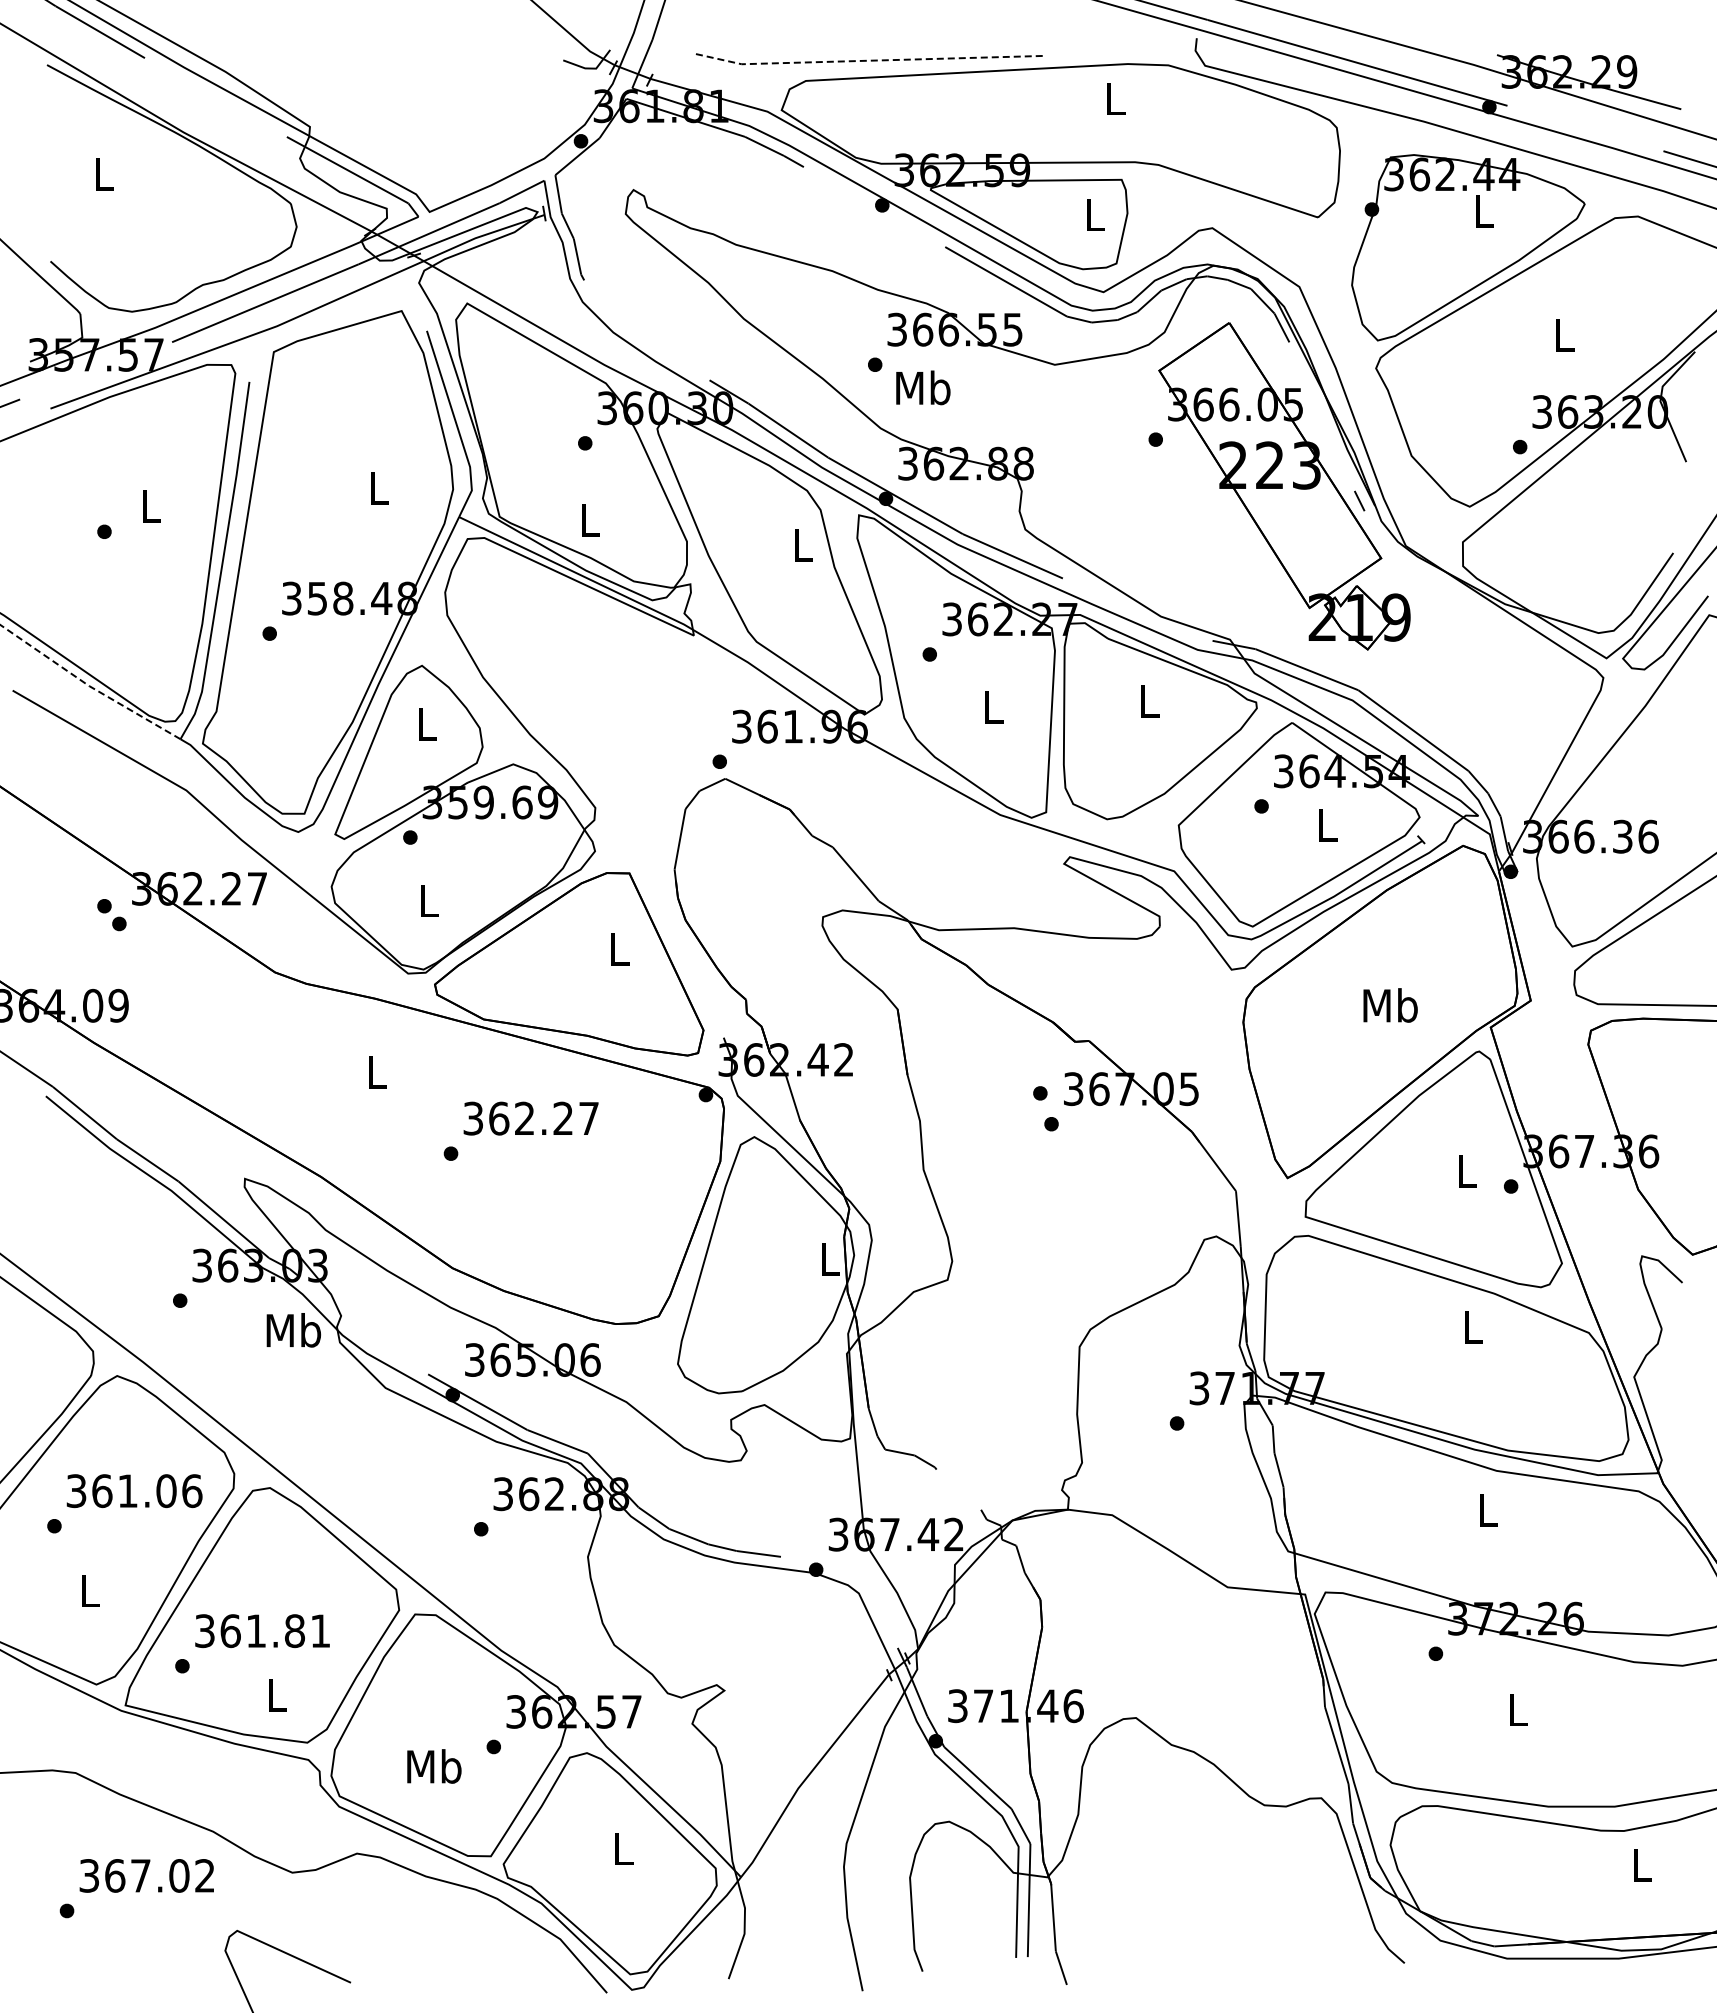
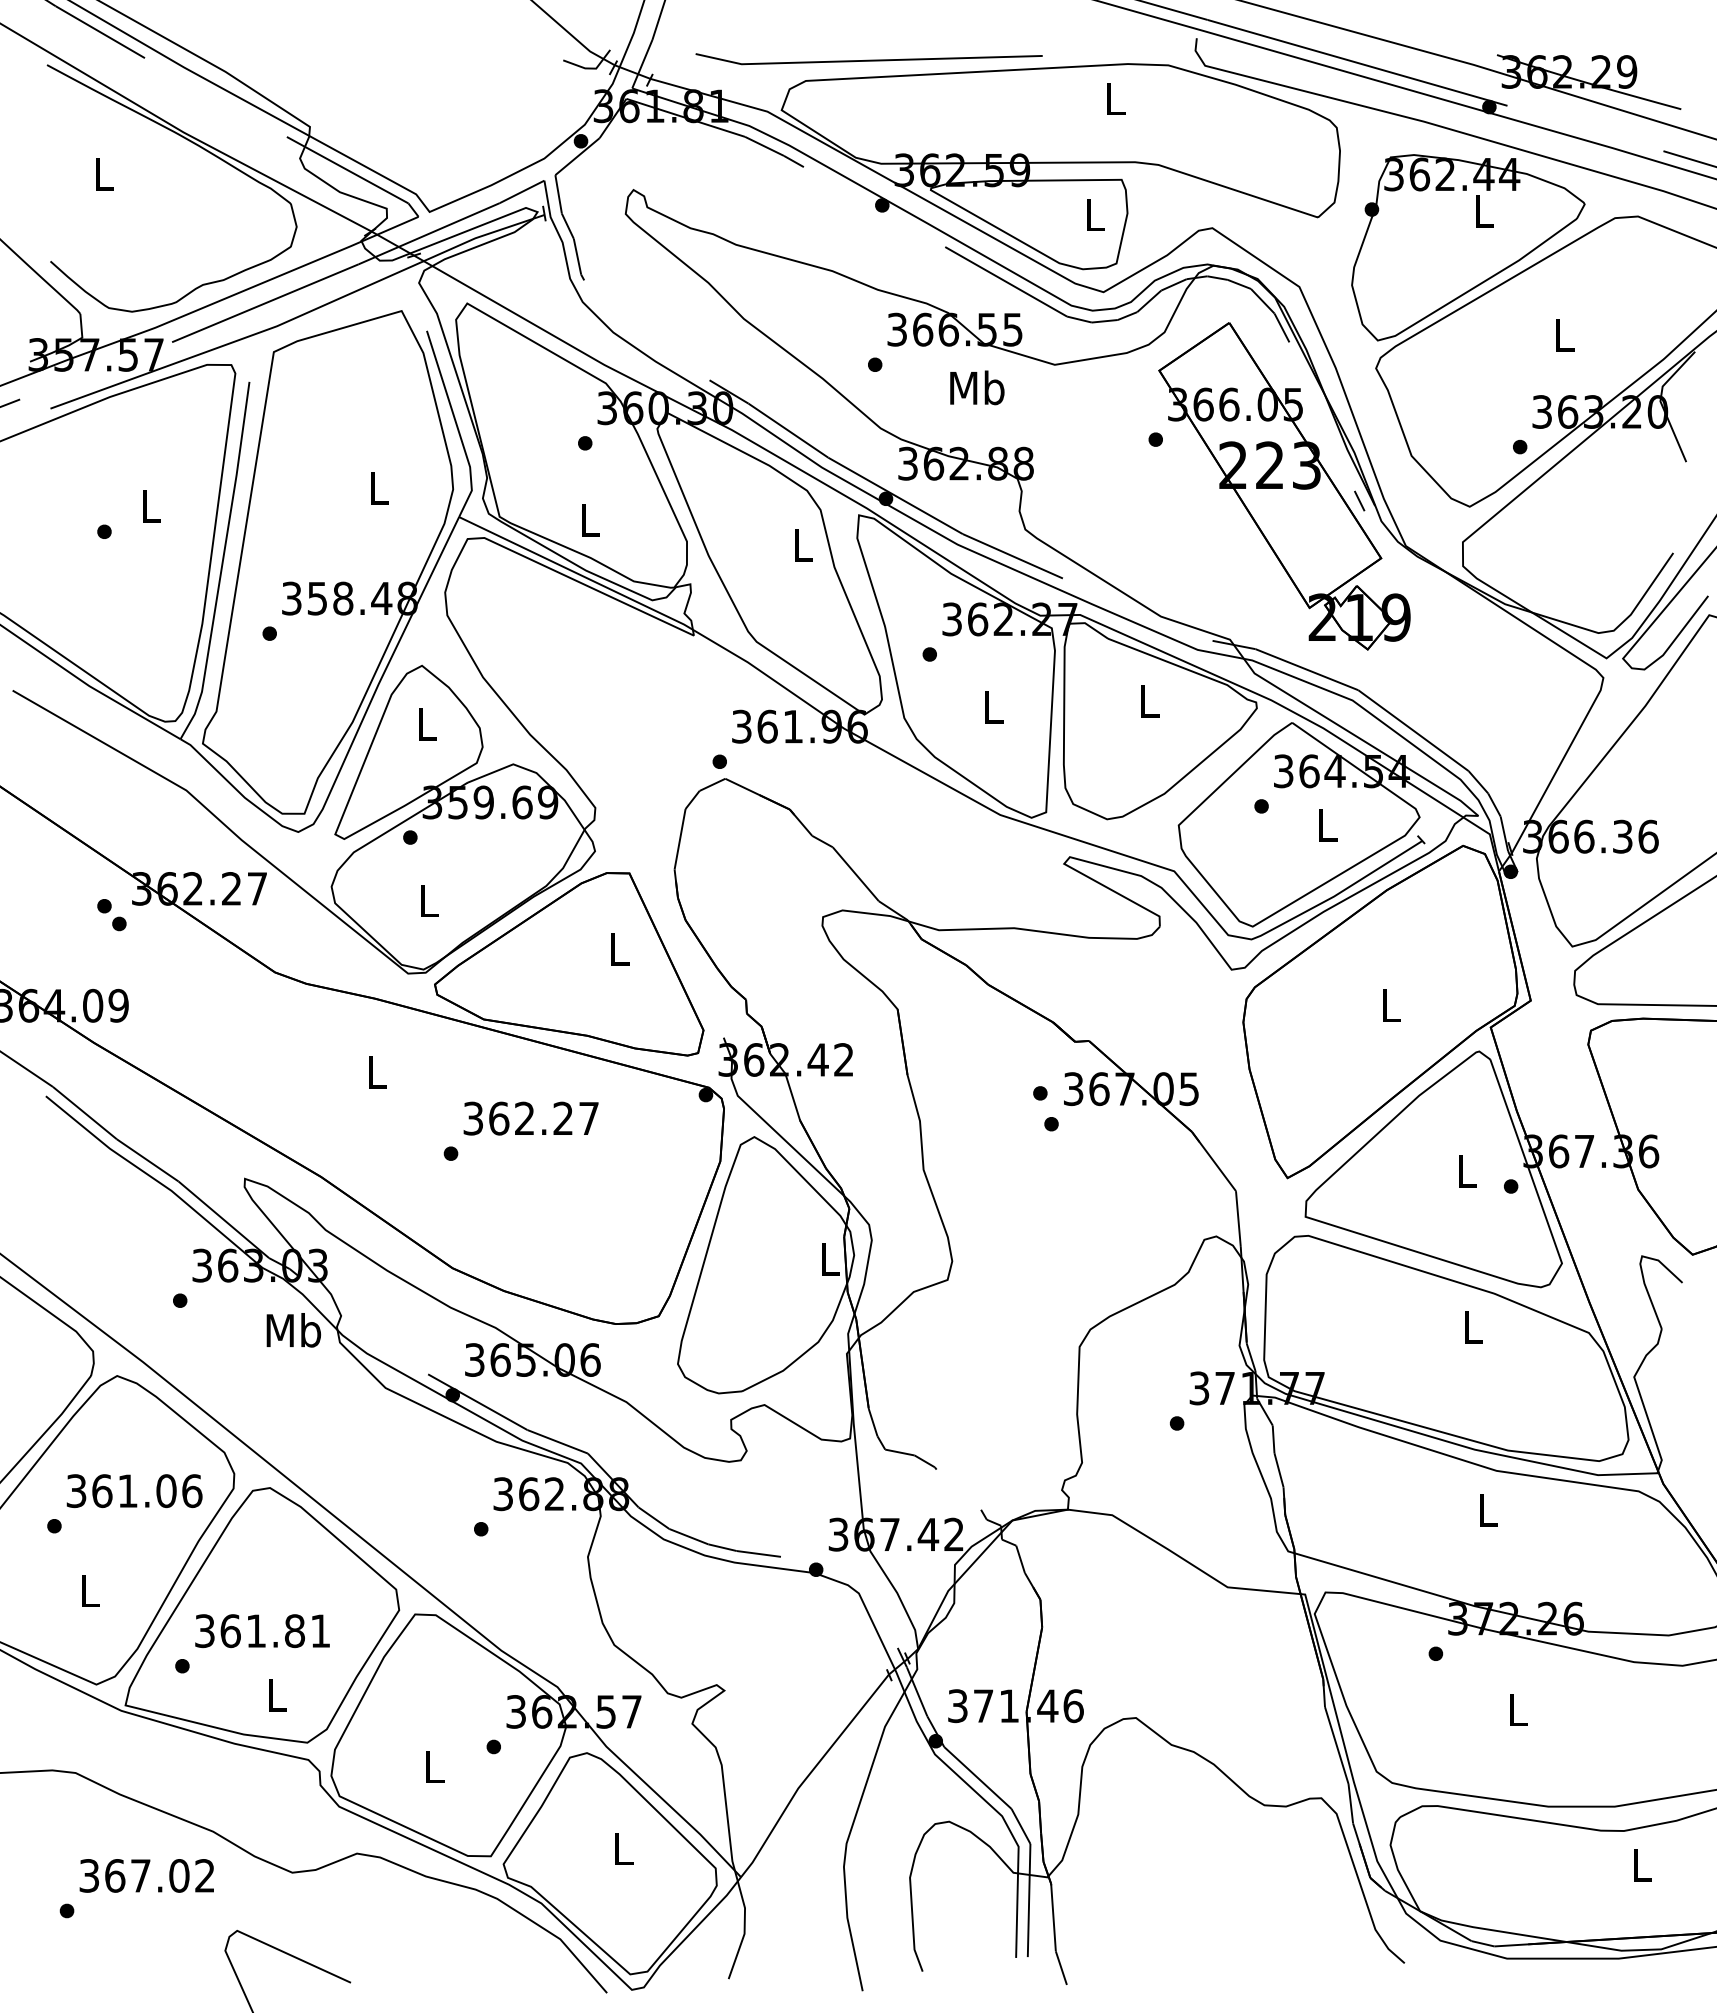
line at (867, 60): dashed -> solid
text at (923, 387) position: (923, 387) -> (977, 387)
line at (88, 685): dashed -> solid
text at (1390, 1005): Mb -> L
text at (434, 1766): Mb -> L
